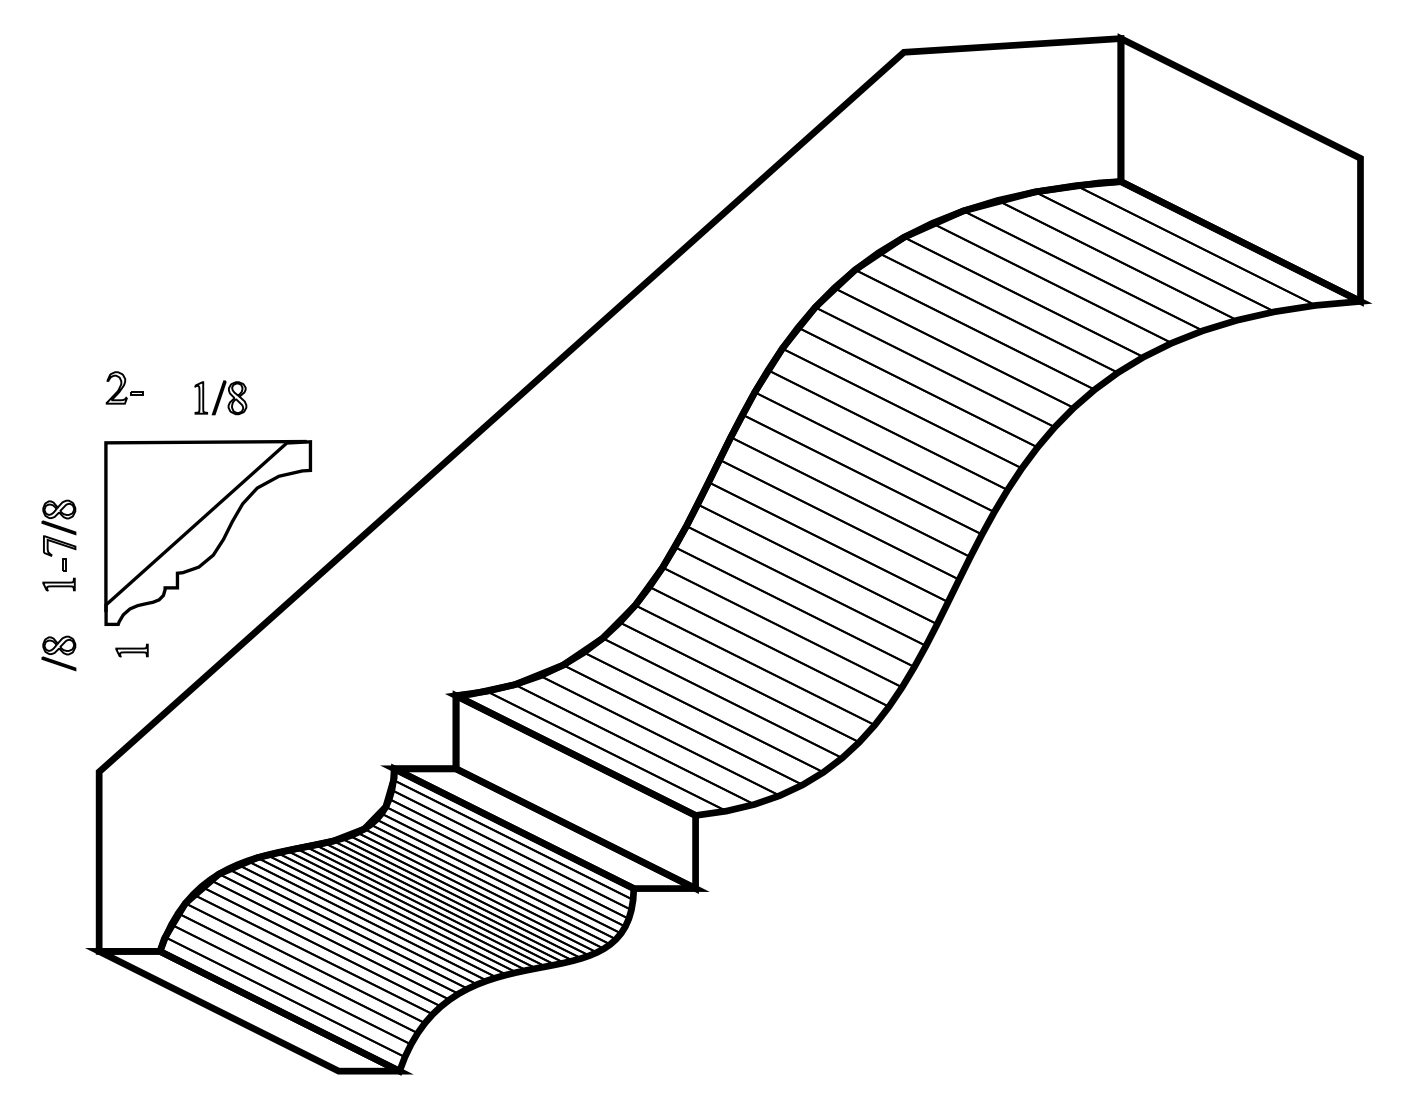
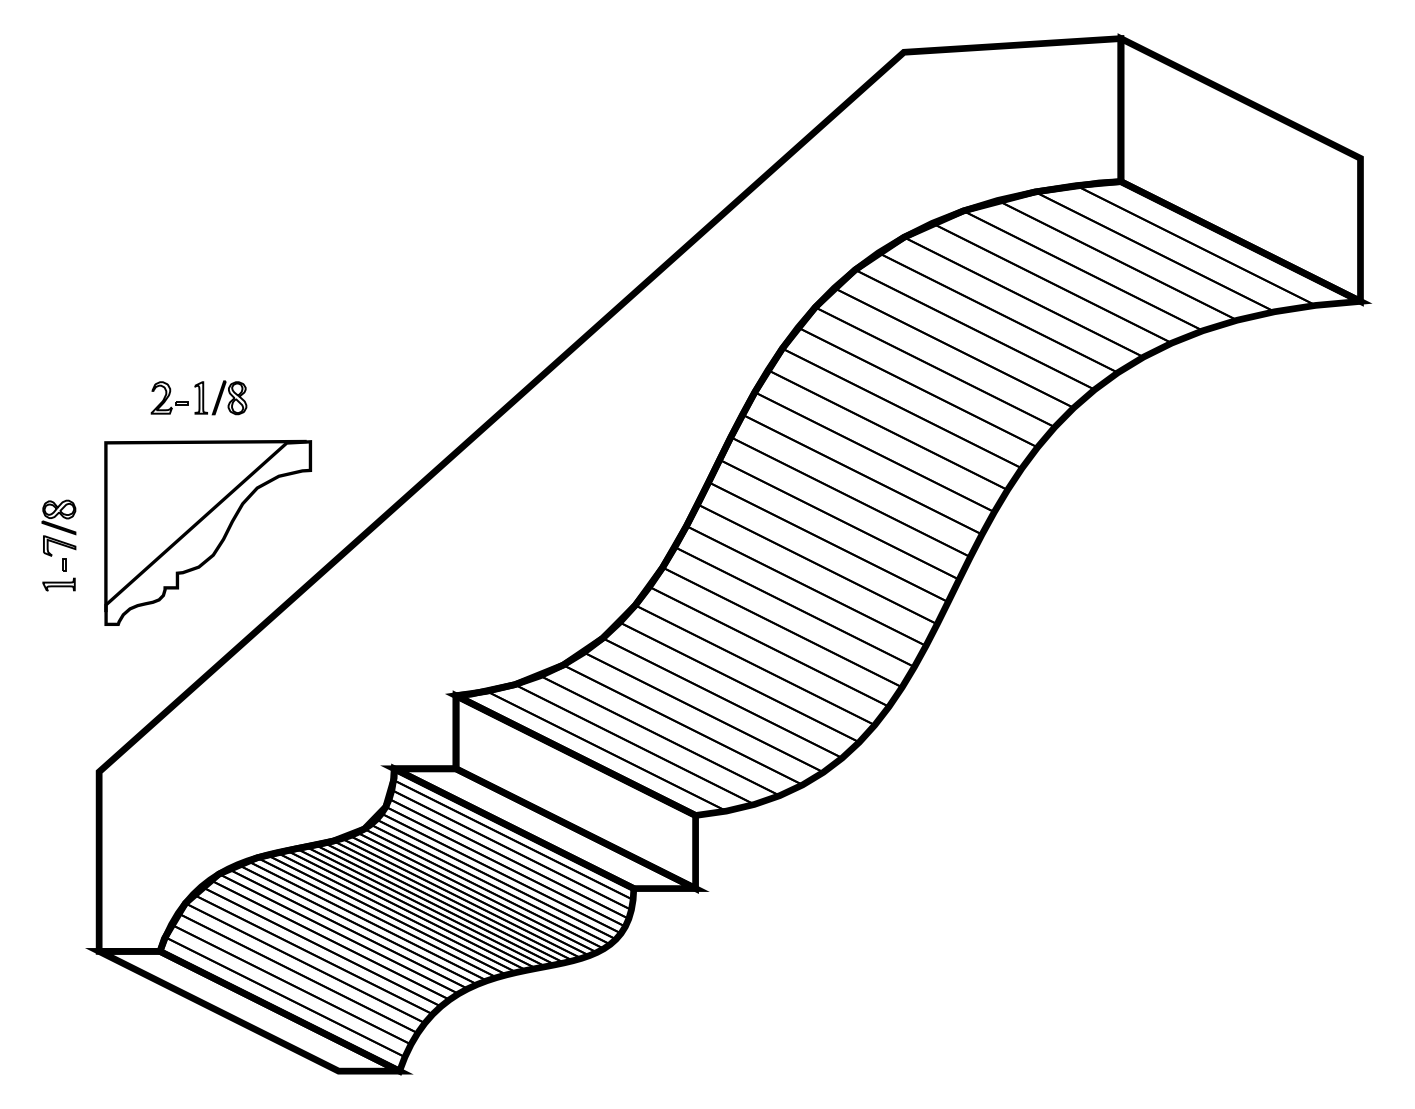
part at (124, 387) position: (124, 387) -> (169, 397)
part at (131, 650): present -> none
part at (58, 653): present -> none
